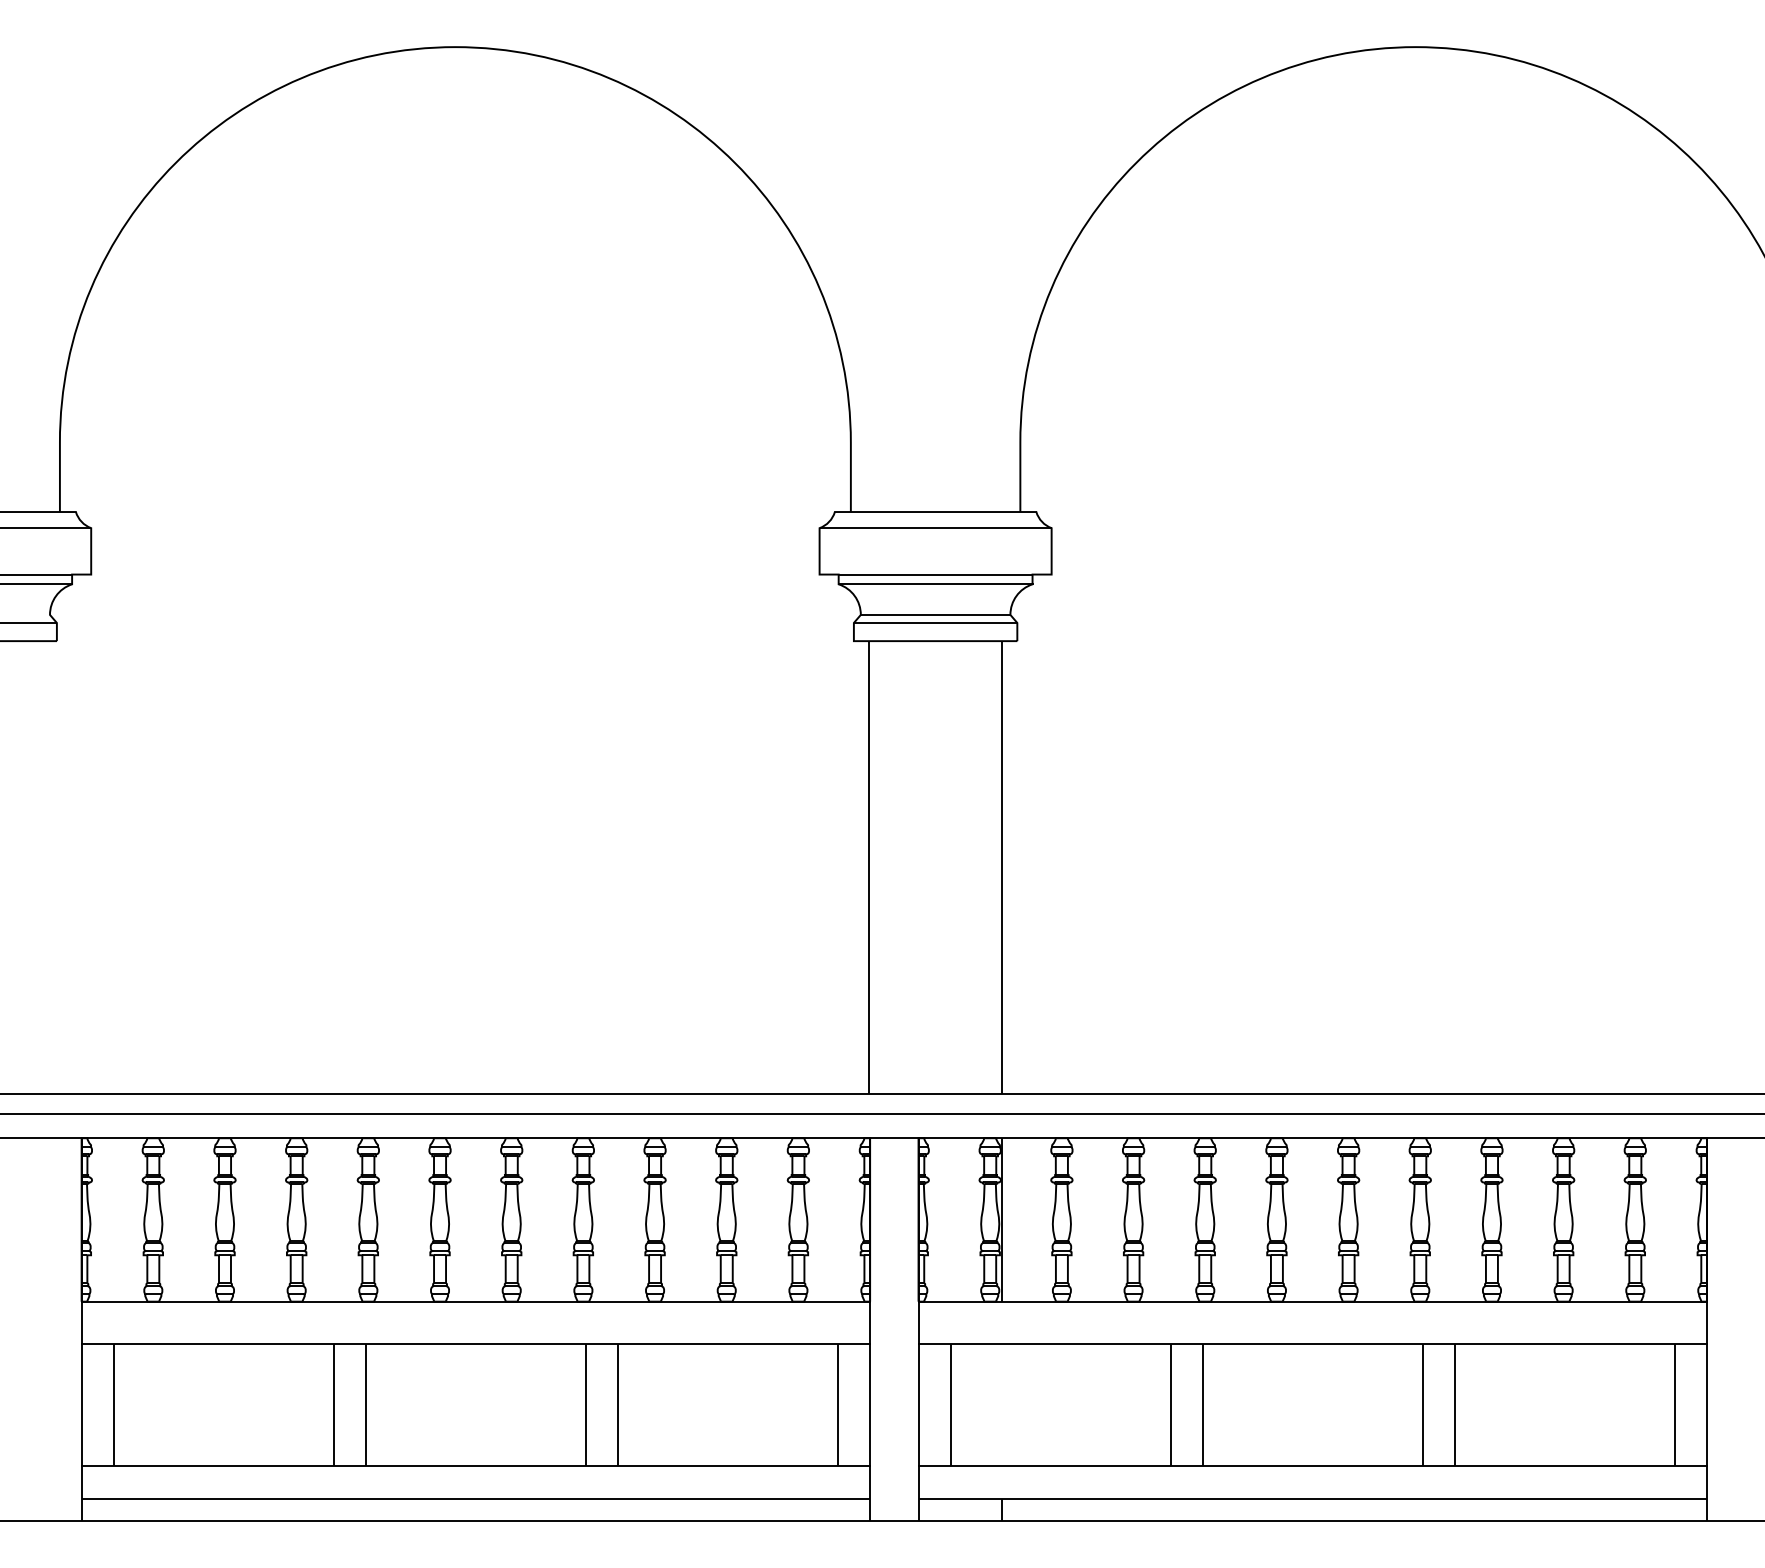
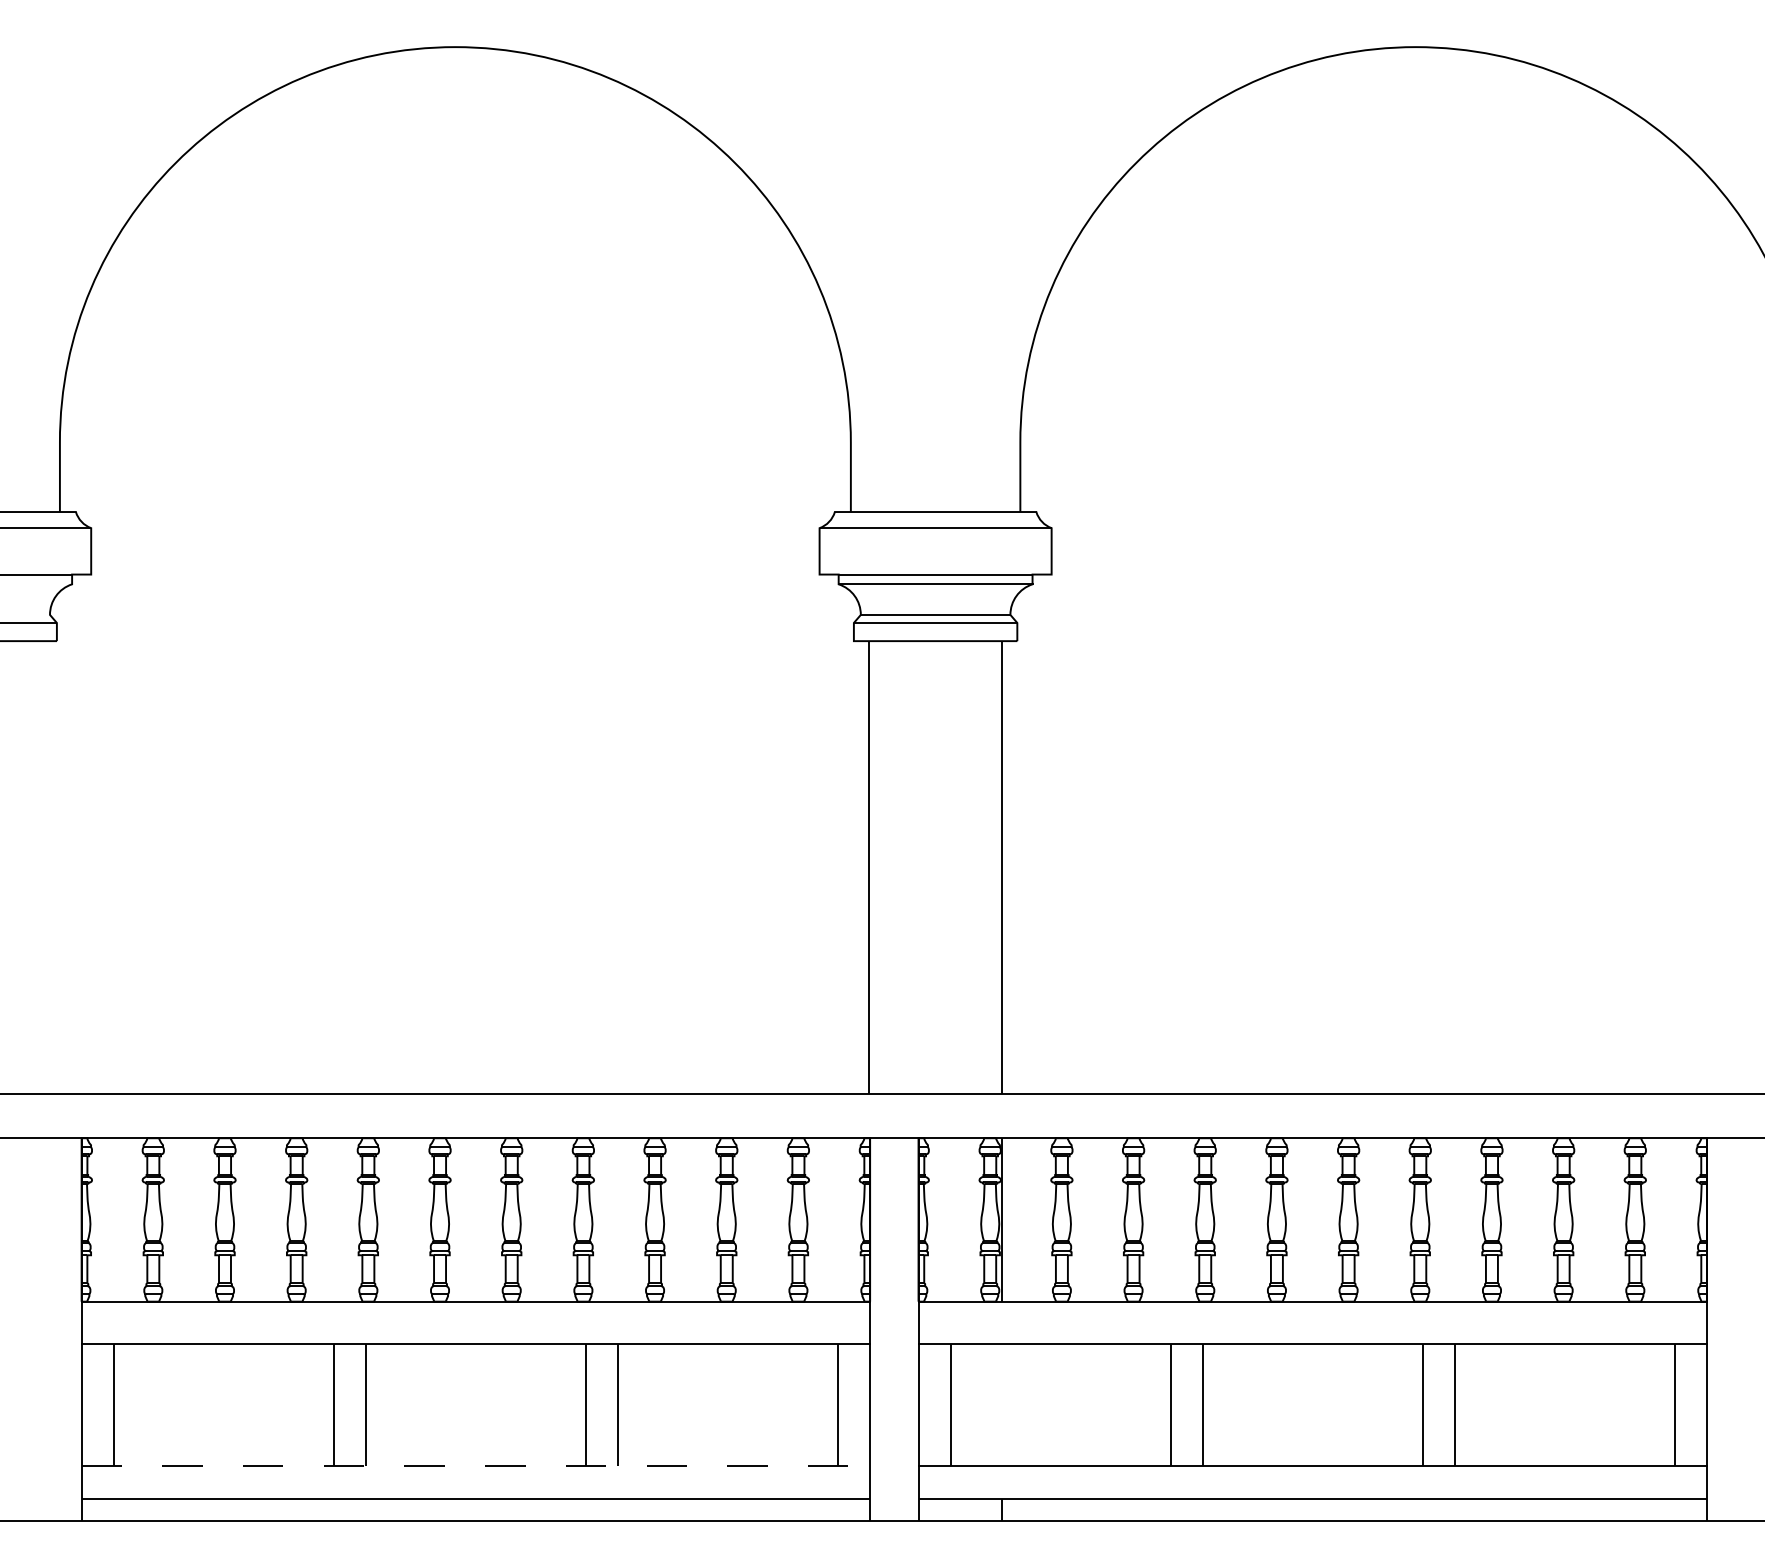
line at (37, 584): present -> none
line at (881, 1114): present -> none
line at (476, 1466): solid -> dashed
